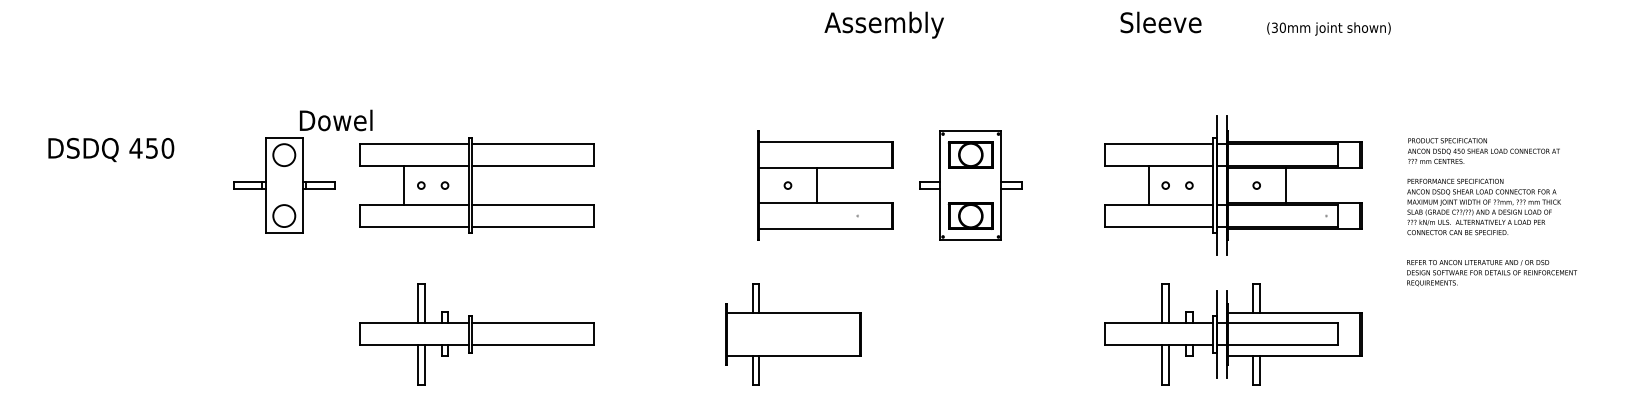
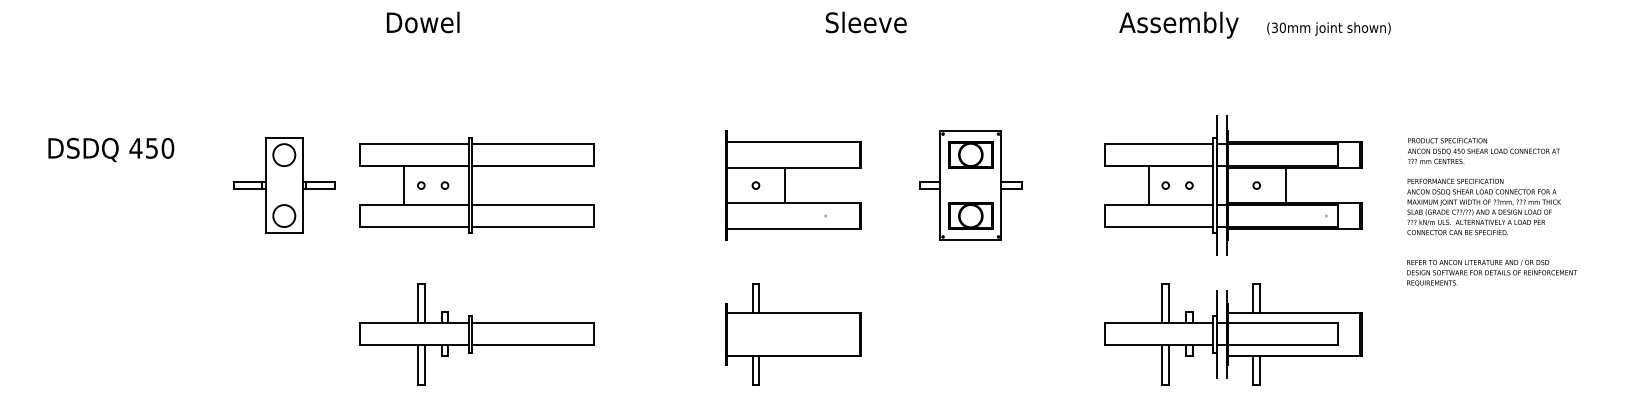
text at (883, 24): Assembly -> Sleeve
text at (1178, 24): Sleeve -> Assembly
text at (336, 120) position: (336, 120) -> (423, 22)
part at (817, 185) position: (817, 185) -> (785, 185)
